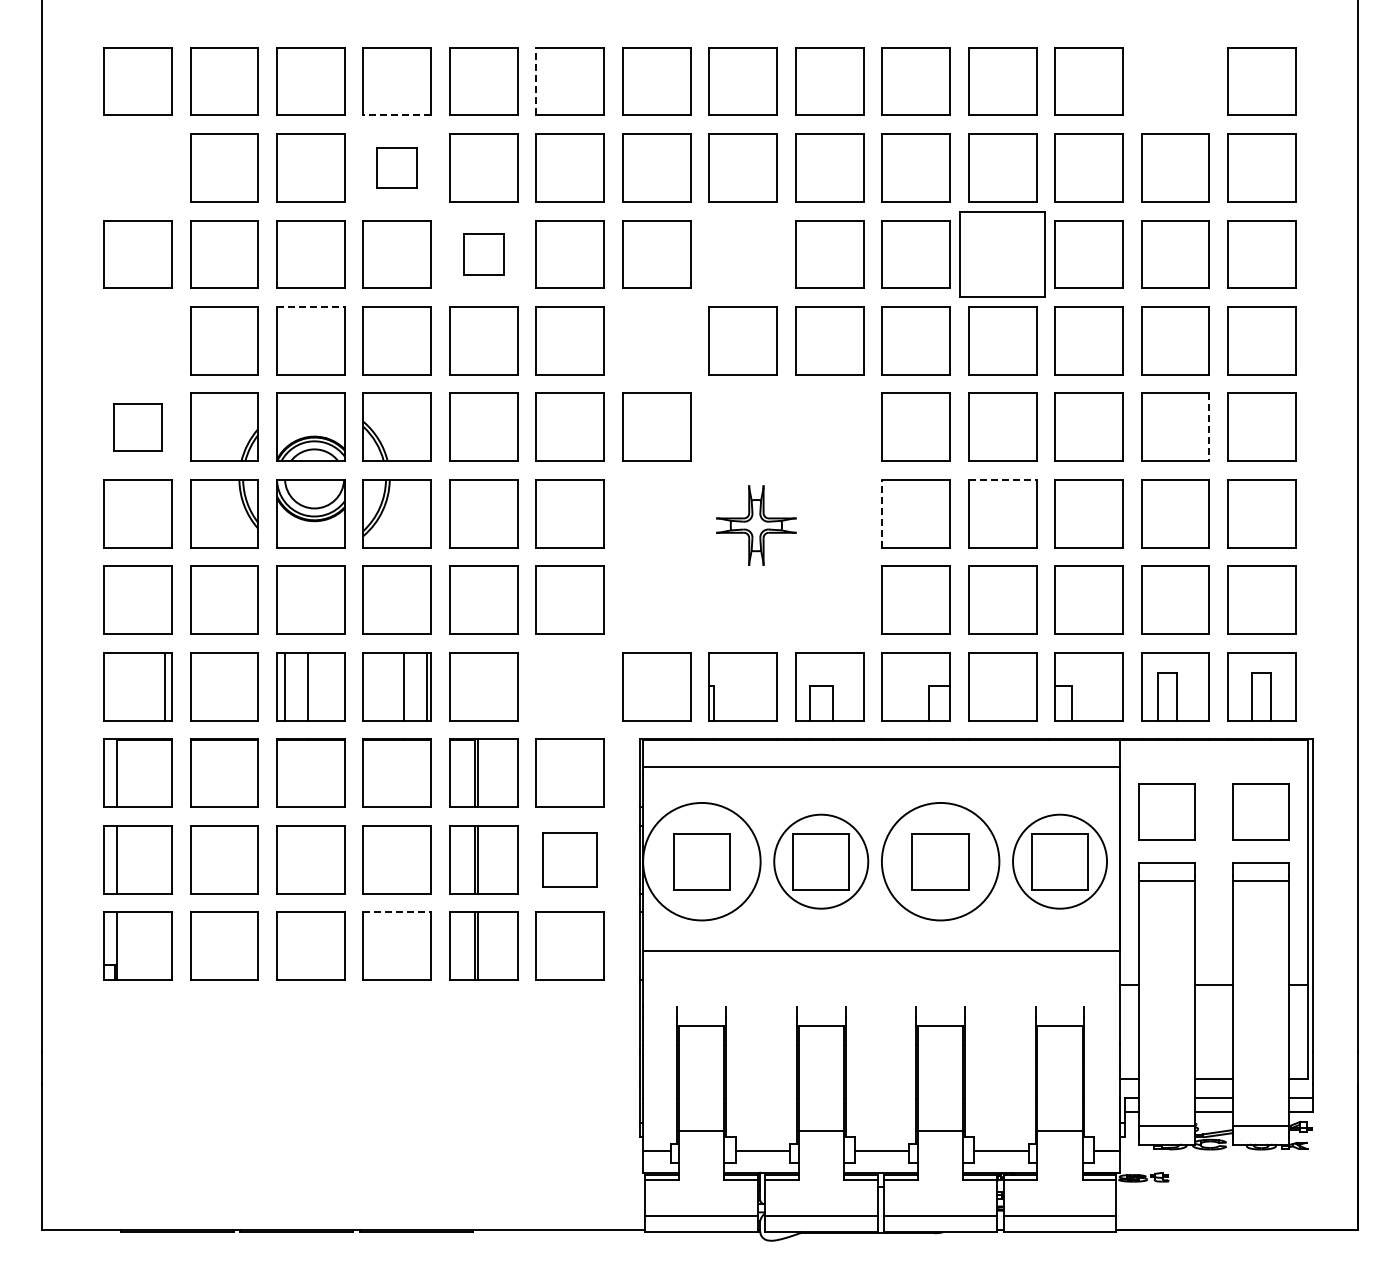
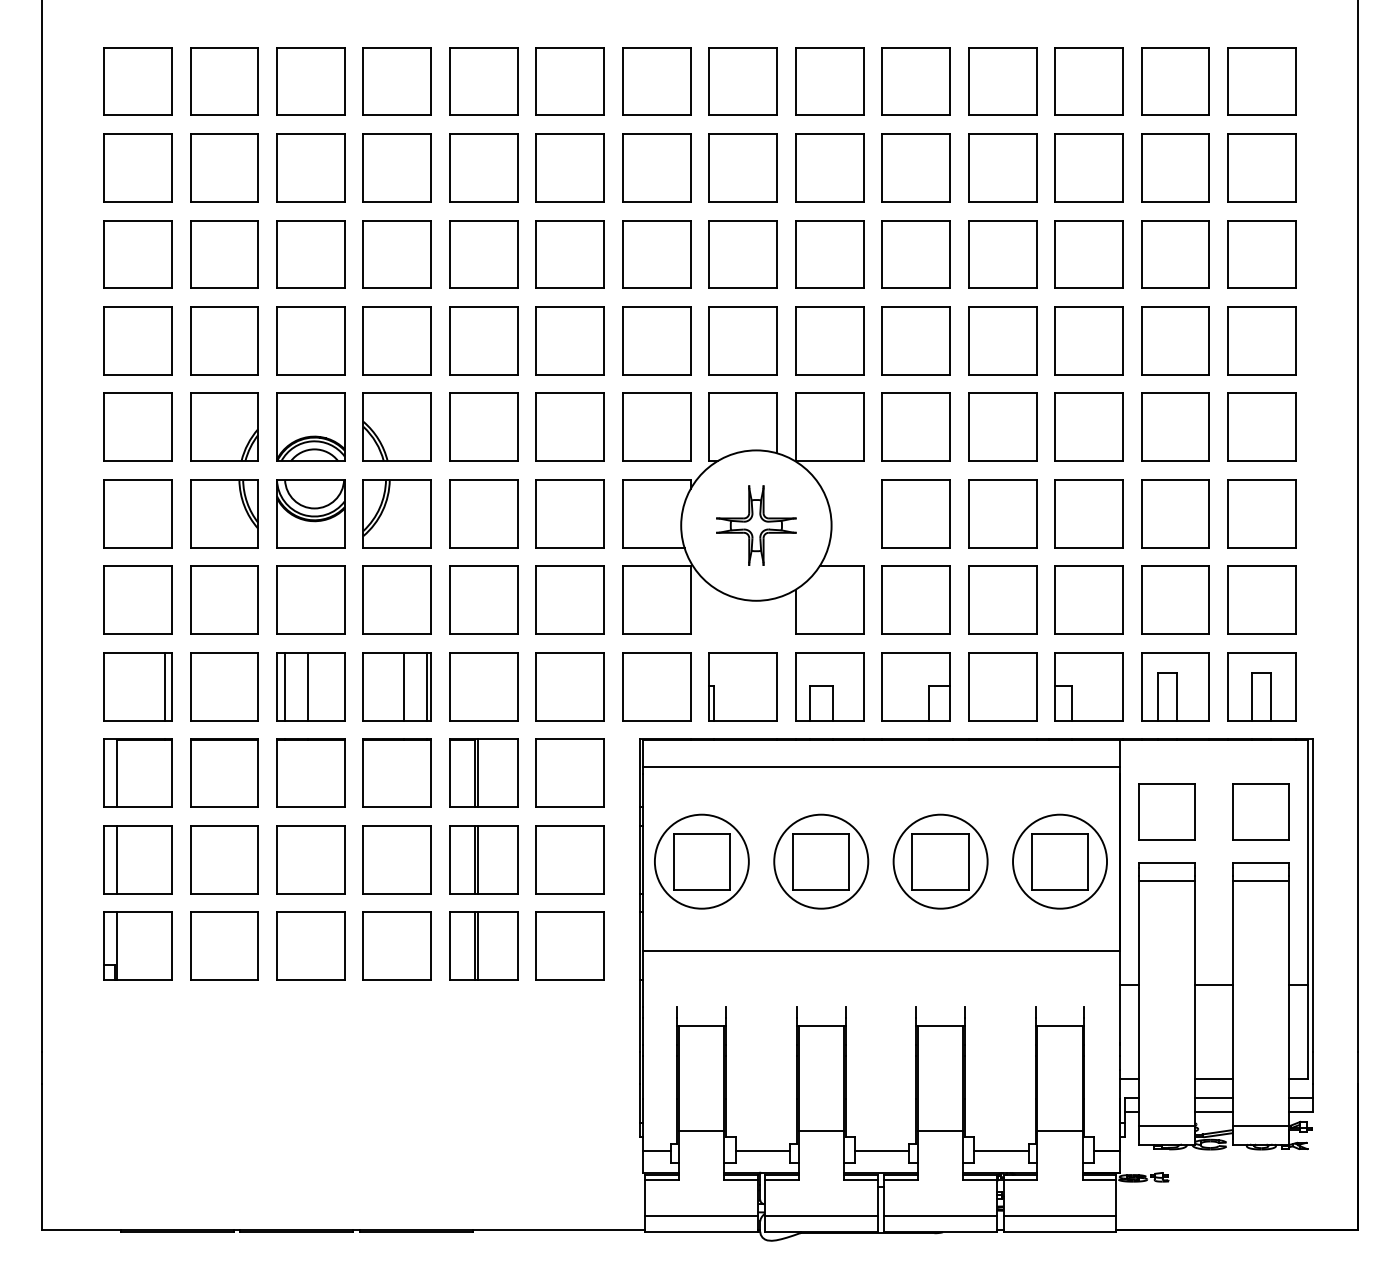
line at (536, 81): dashed -> solid
part at (1175, 81): none -> present
line at (397, 115): dashed -> solid
part at (137, 167): none -> present
part at (396, 167) size: 42x42 px -> 70x70 px
part at (483, 254) size: 42x43 px -> 70x69 px
part at (742, 254): none -> present
part at (1002, 254) size: 87x87 px -> 70x69 px
line at (310, 307): dashed -> solid
part at (137, 340): none -> present
part at (656, 340): none -> present
part at (137, 427) size: 50x49 px -> 70x70 px
line at (1209, 427): dashed -> solid
line at (1002, 479): dashed -> solid
part at (743, 513): none -> present
line at (882, 513): dashed -> solid
part at (569, 686): none -> present
part at (569, 859) size: 56x56 px -> 70x70 px
circle at (701, 861) diameter: 118 px -> 94 px
circle at (940, 861) diameter: 118 px -> 94 px
line at (397, 912): dashed -> solid
